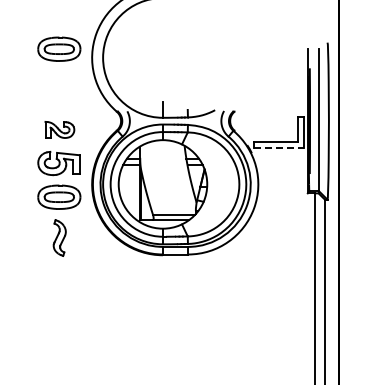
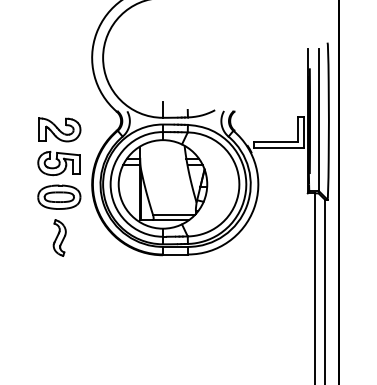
part at (59, 48): present -> none
part at (59, 129) size: 32x18 px -> 44x26 px
line at (279, 148): dashed -> solid
